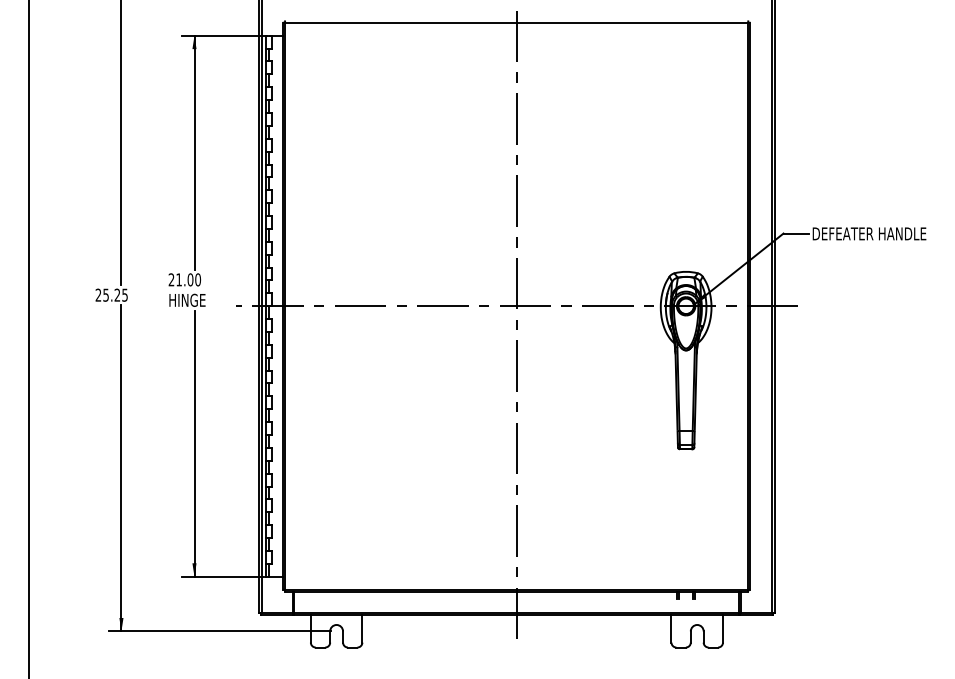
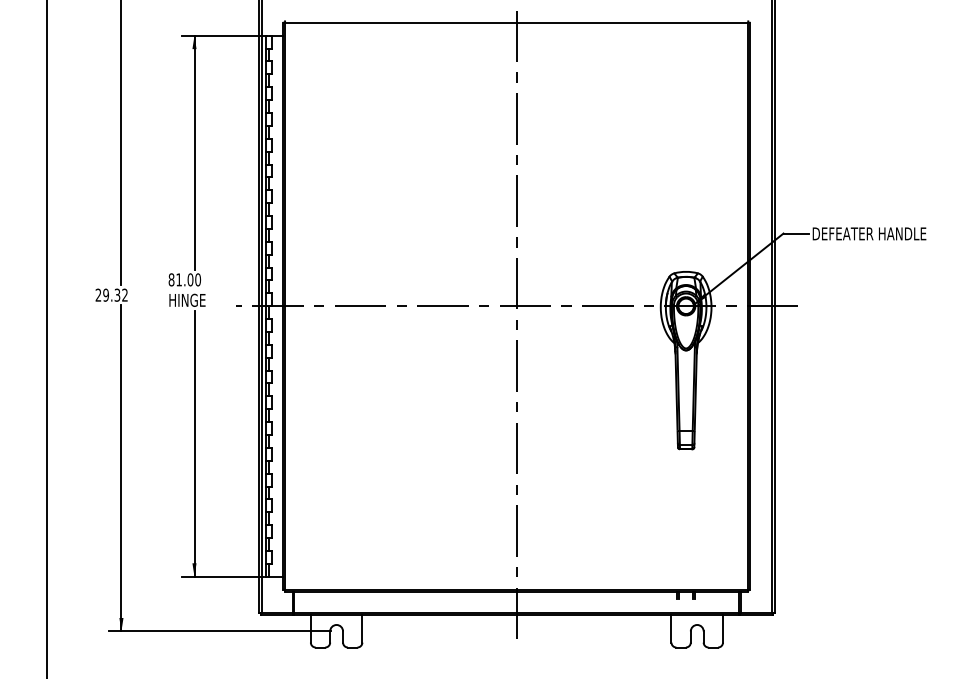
text at (171, 279): 21.00 -> 81.00
text at (115, 294): 25.25 -> 29.32
line at (28, 338) position: (28, 338) -> (46, 338)
